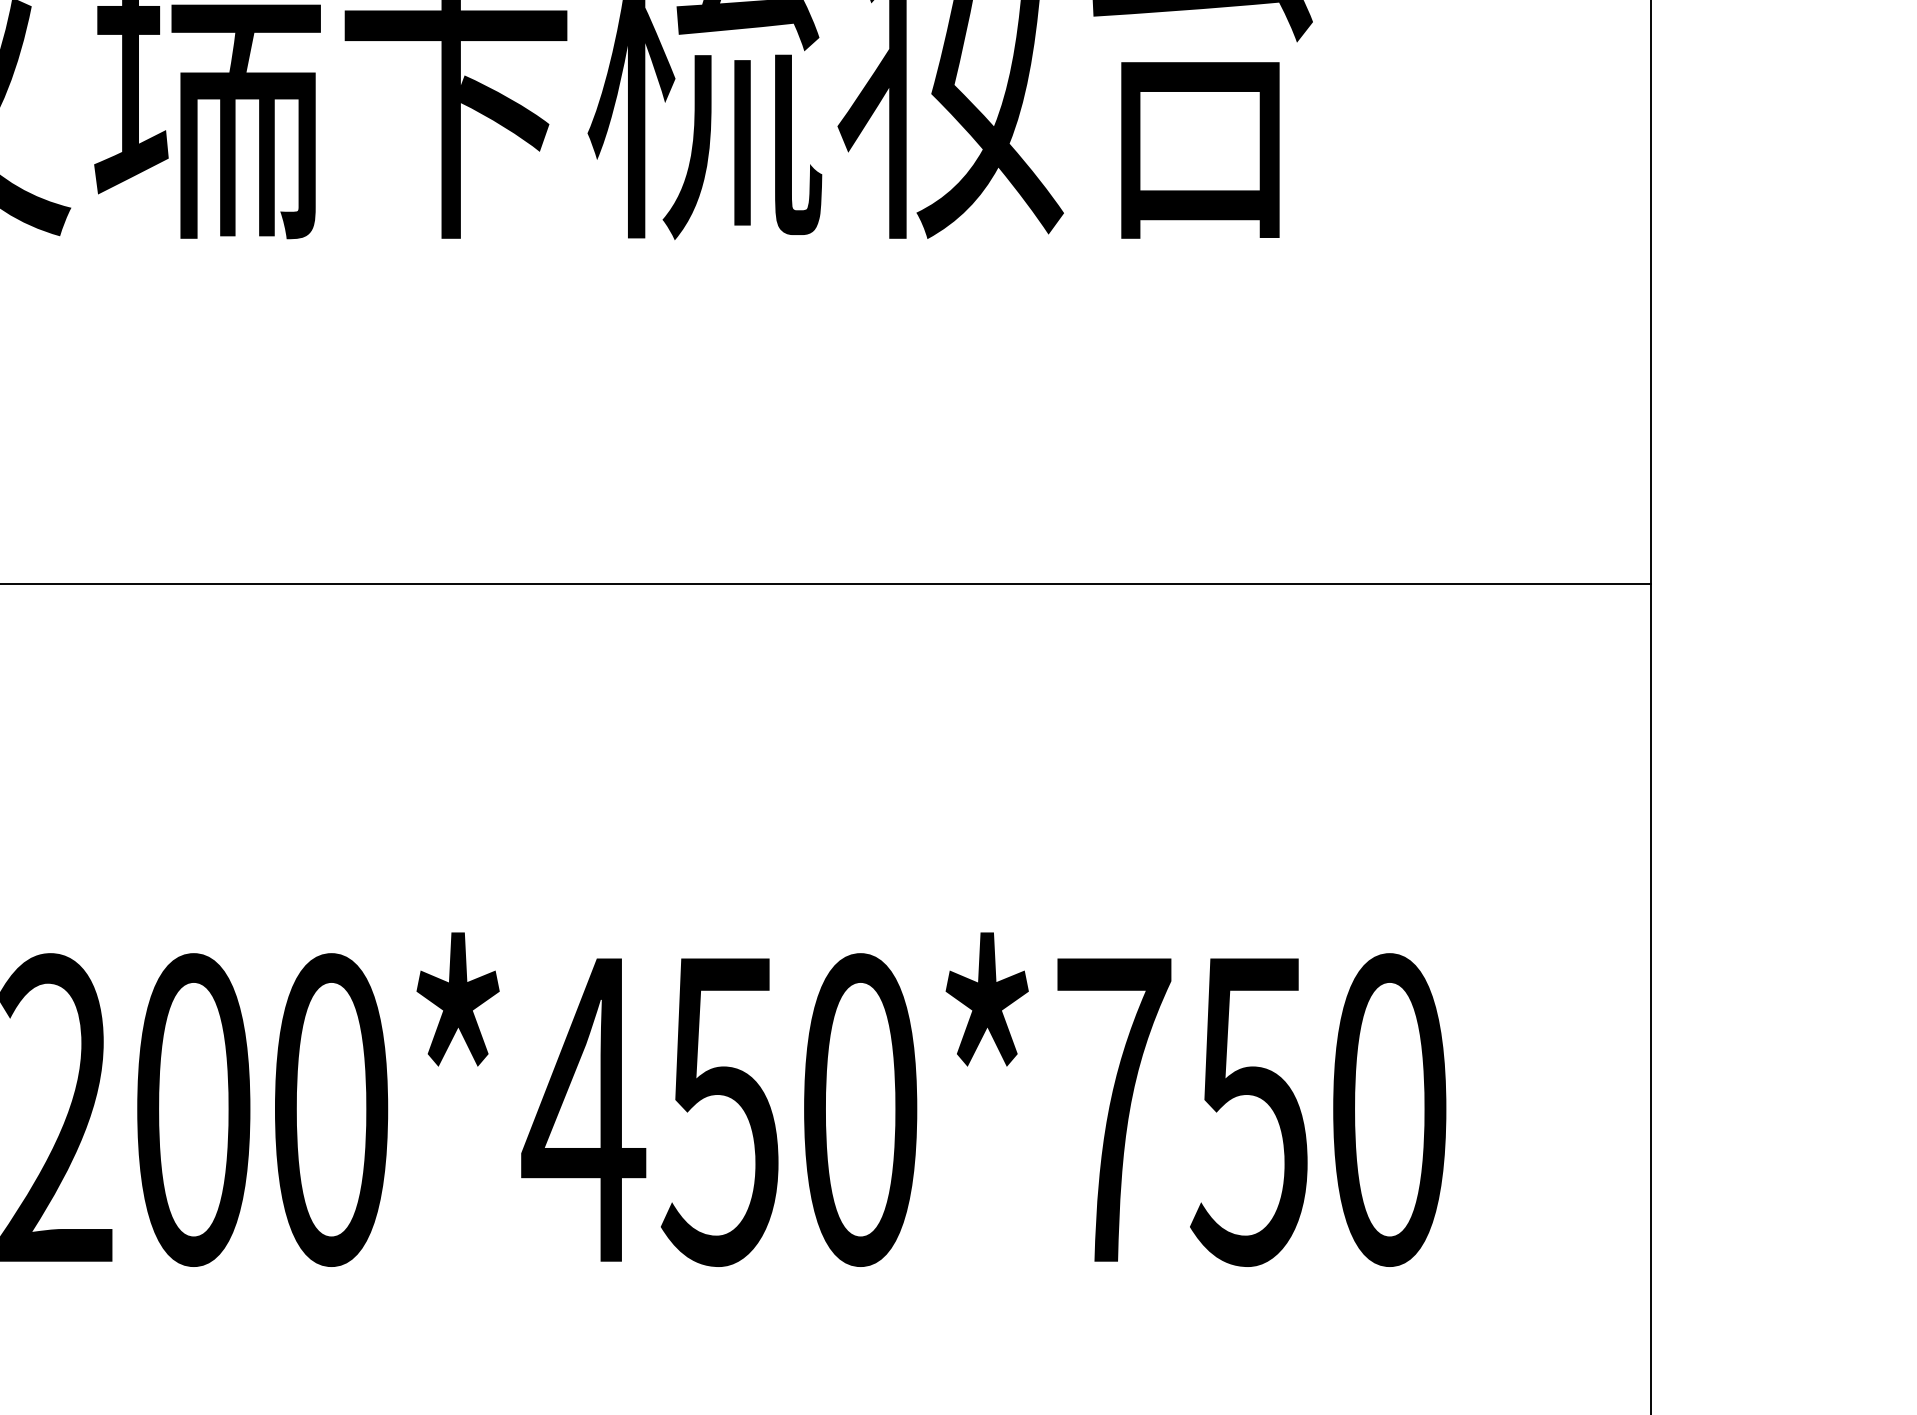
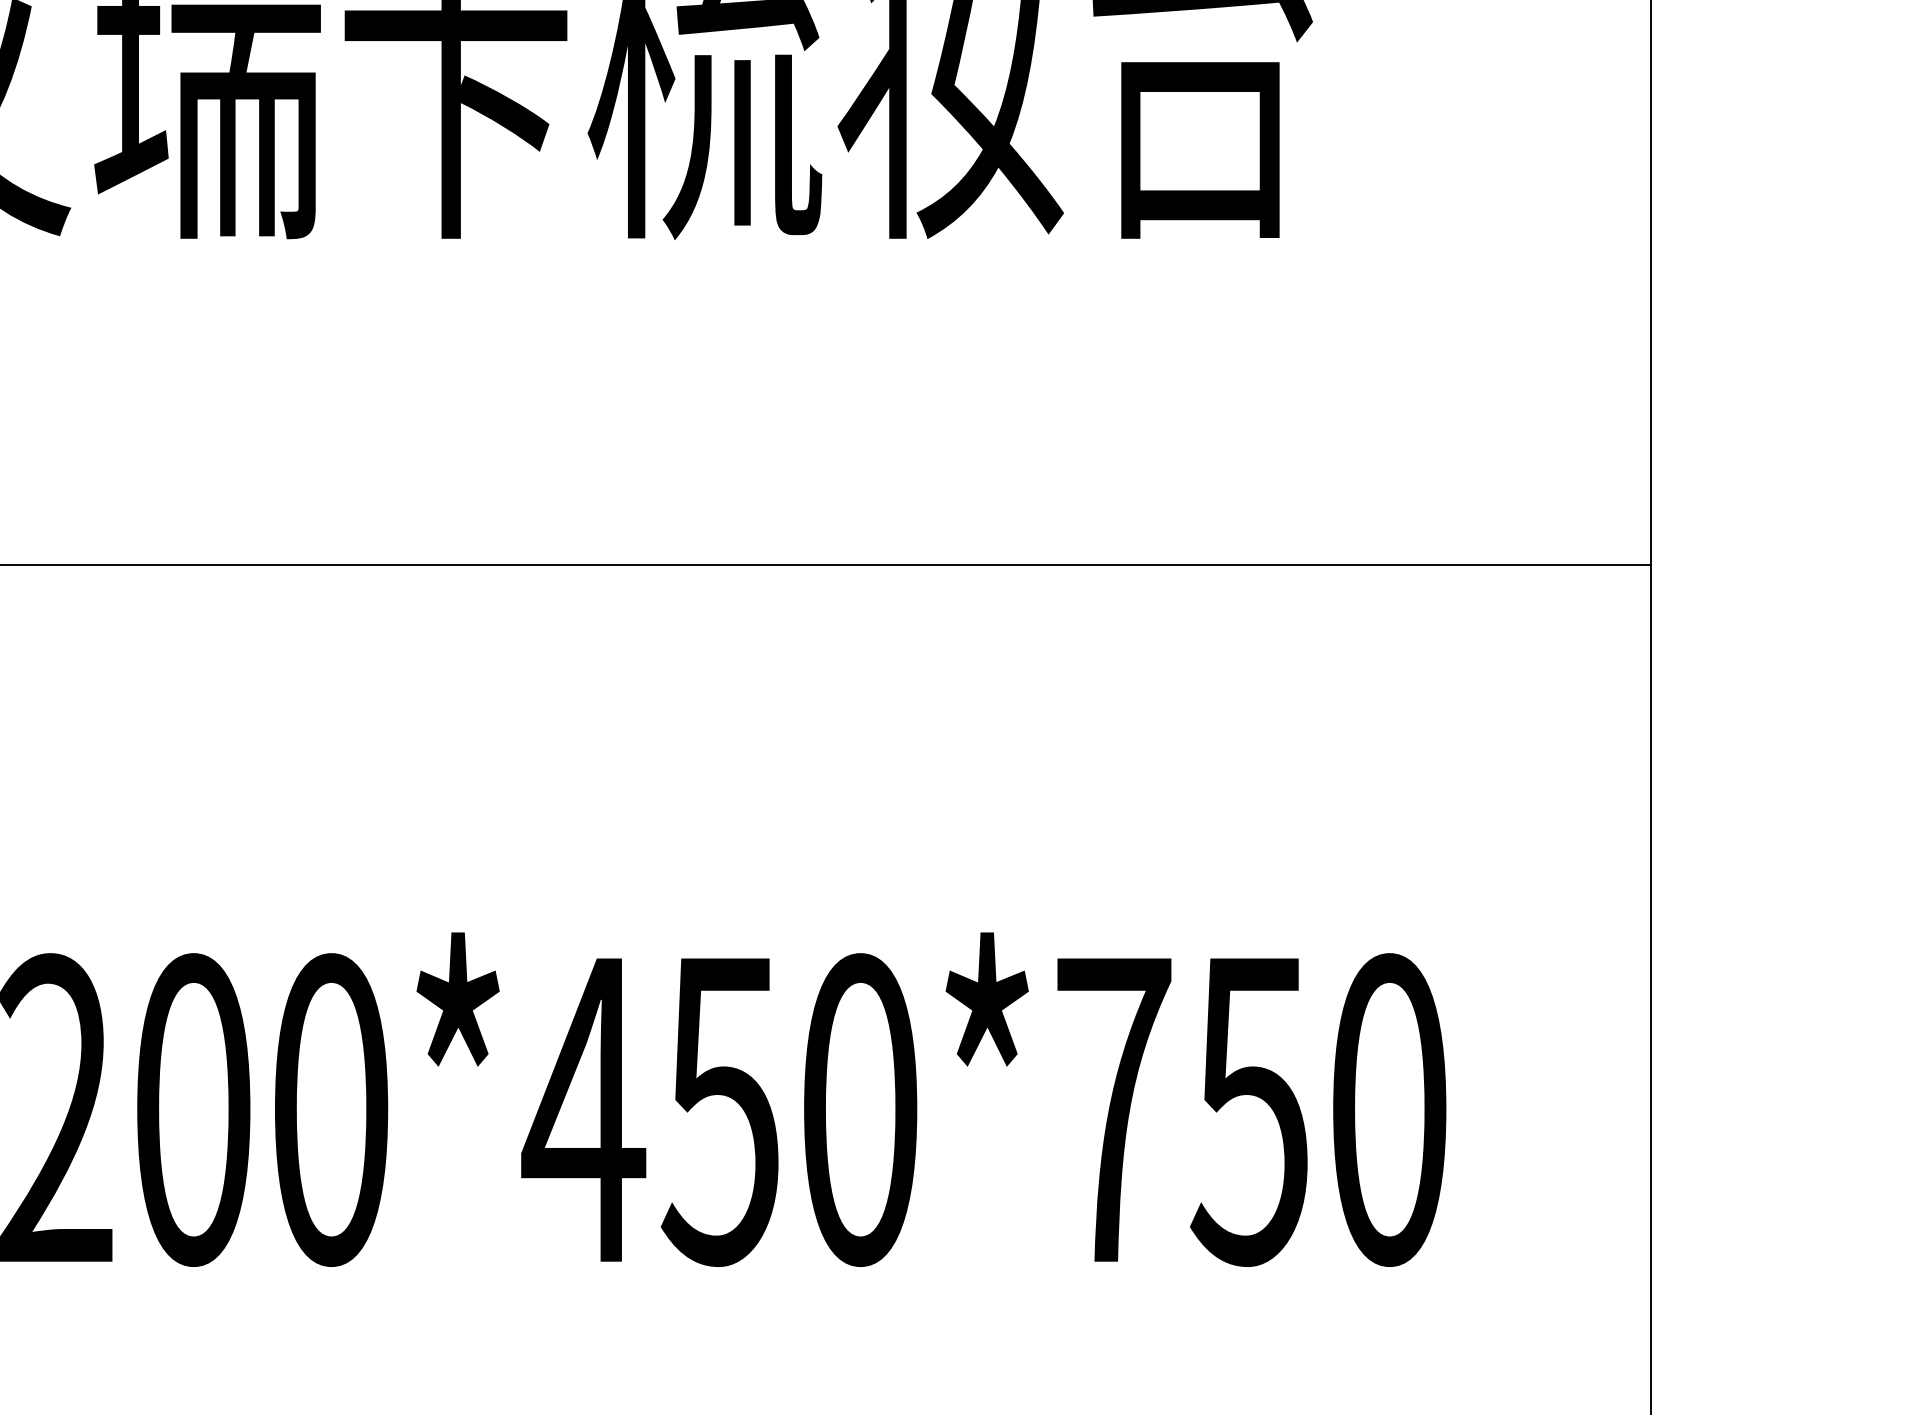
line at (826, 584) position: (826, 584) -> (826, 565)
